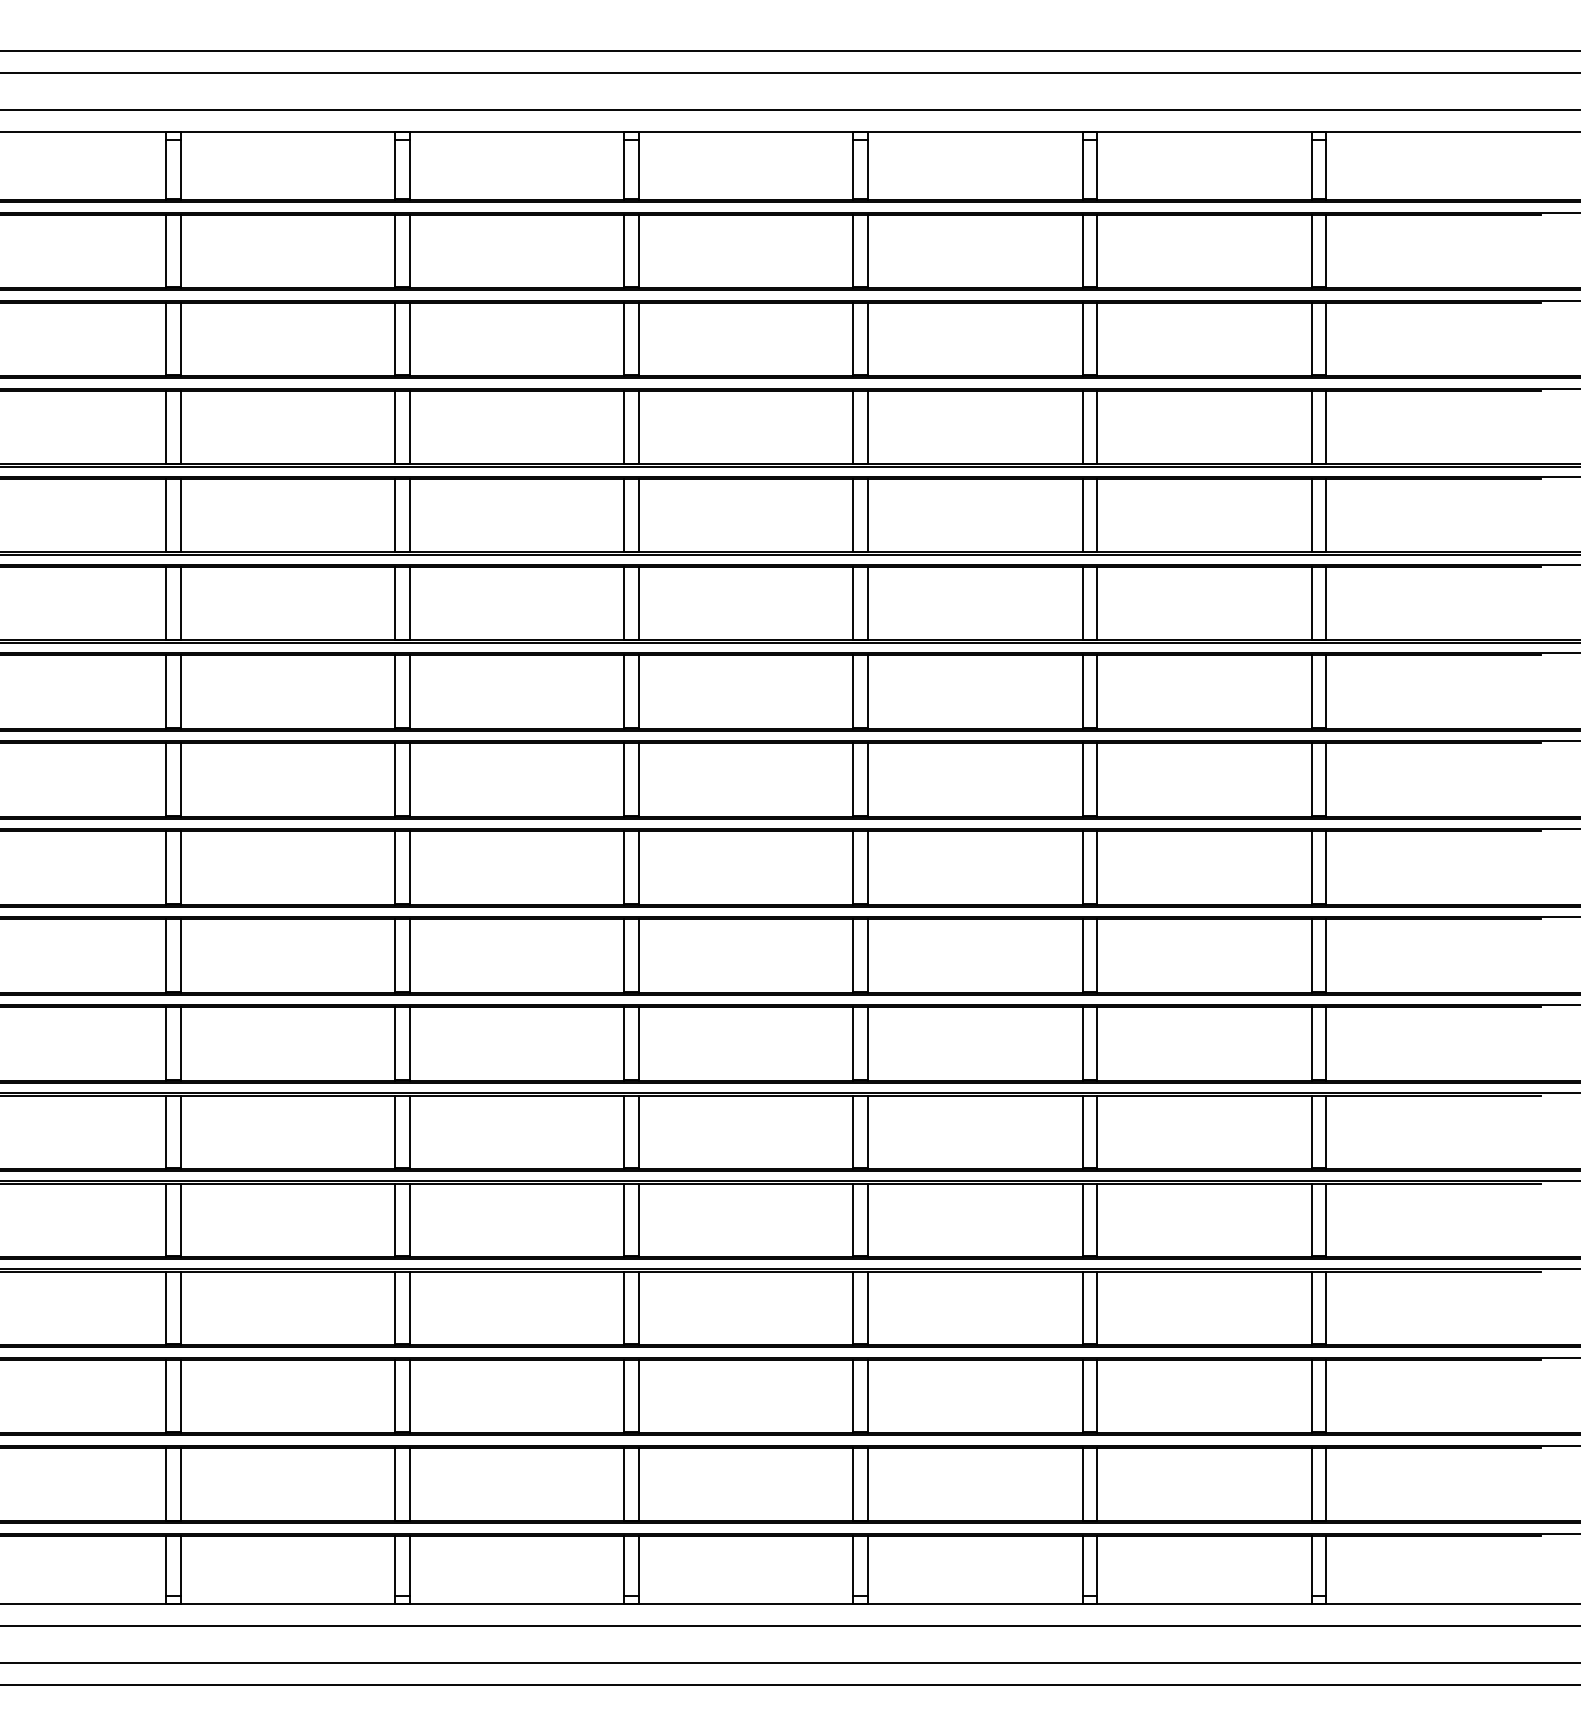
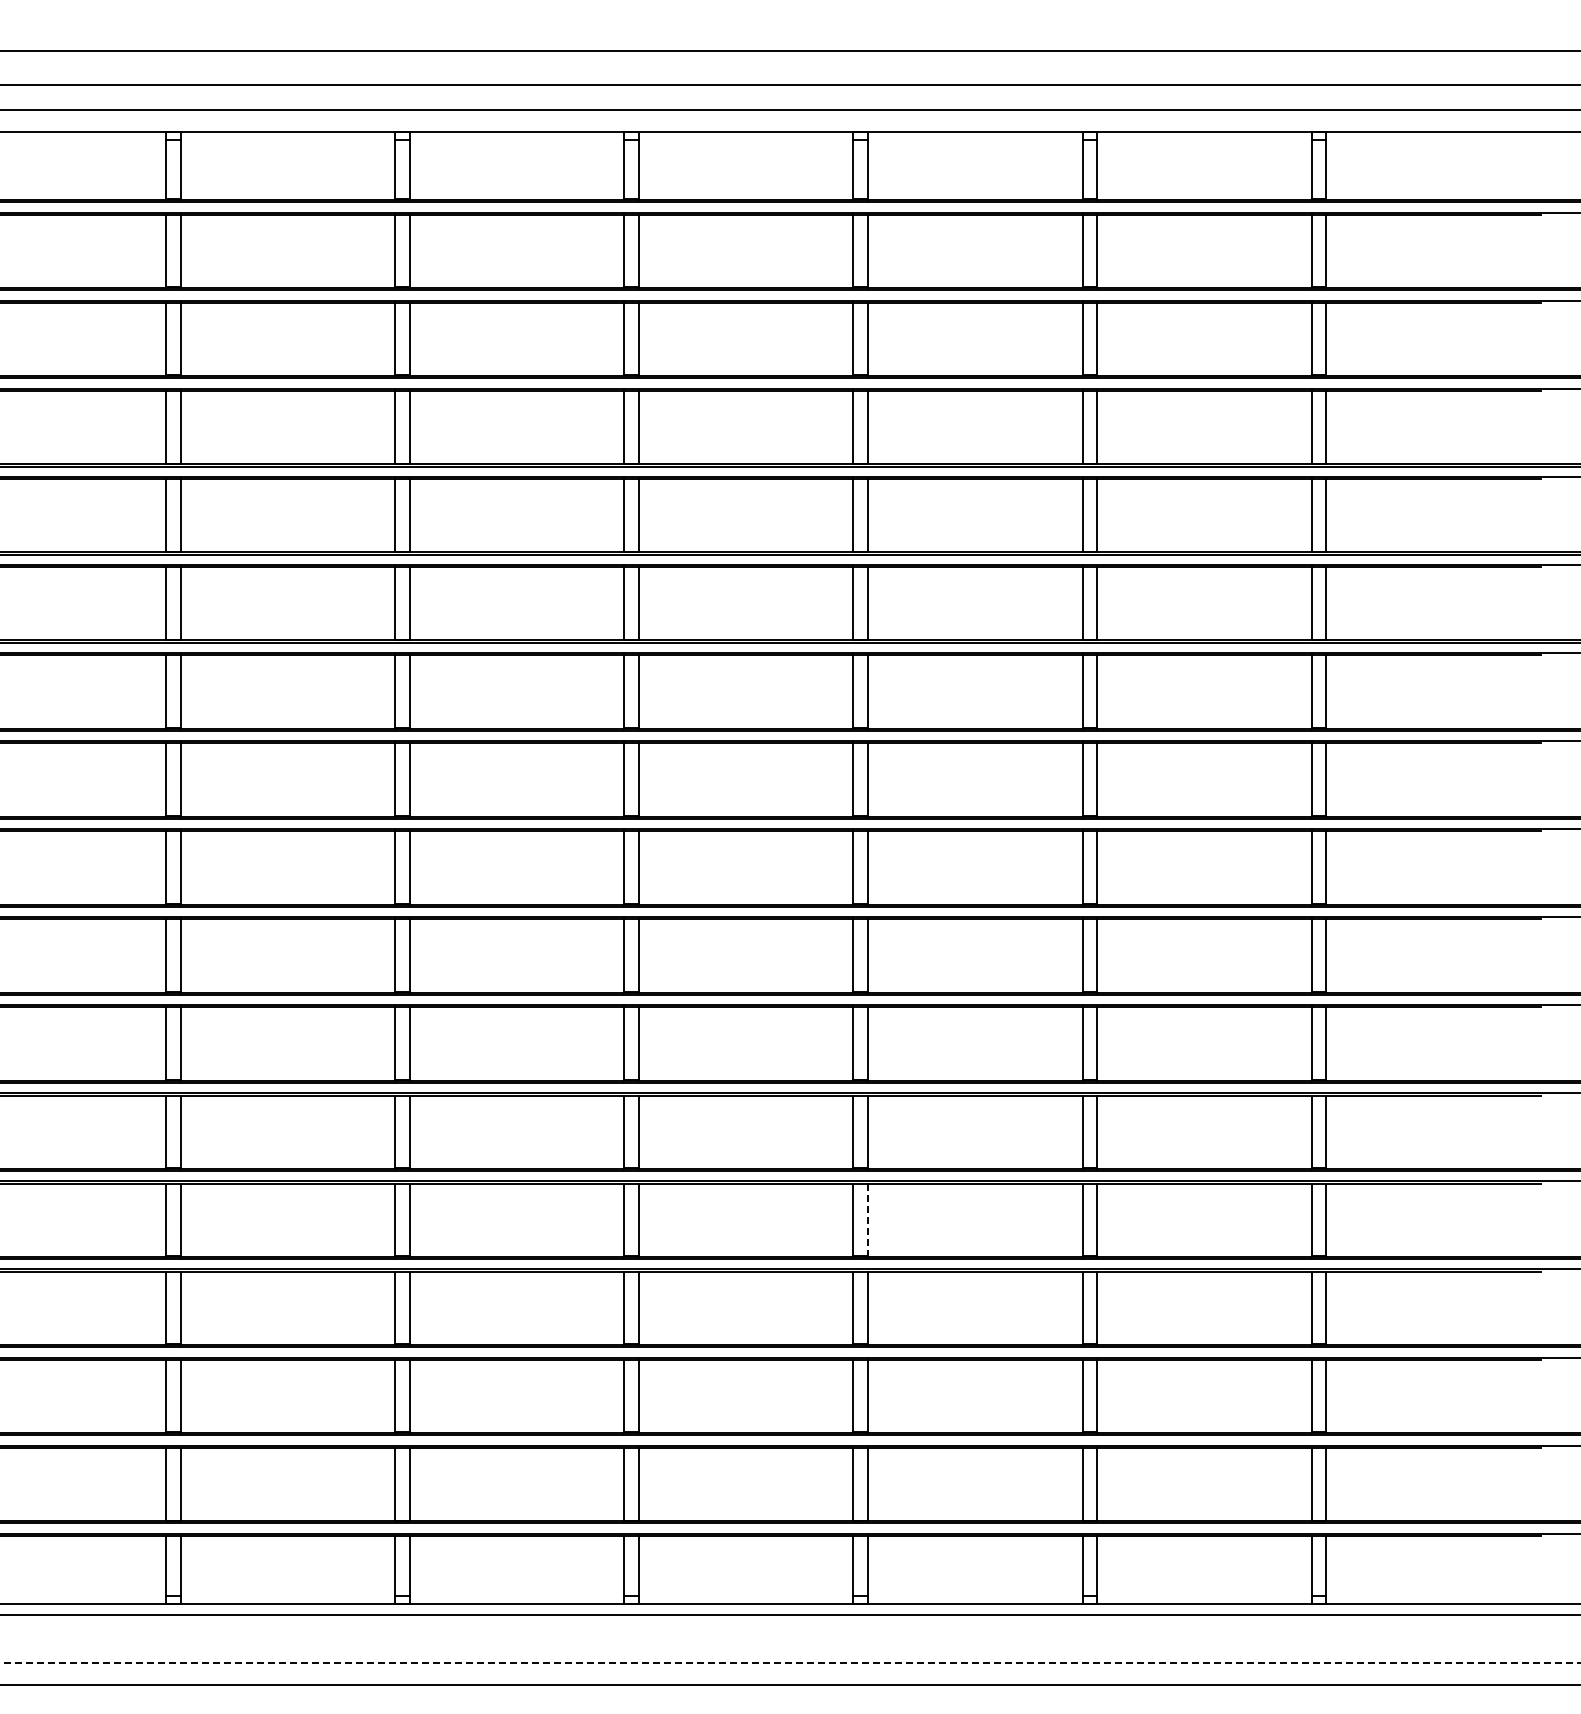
line at (789, 73) position: (789, 73) -> (789, 85)
line at (868, 1220): solid -> dashed
line at (789, 1625) position: (789, 1625) -> (789, 1614)
line at (790, 1662): solid -> dashed
